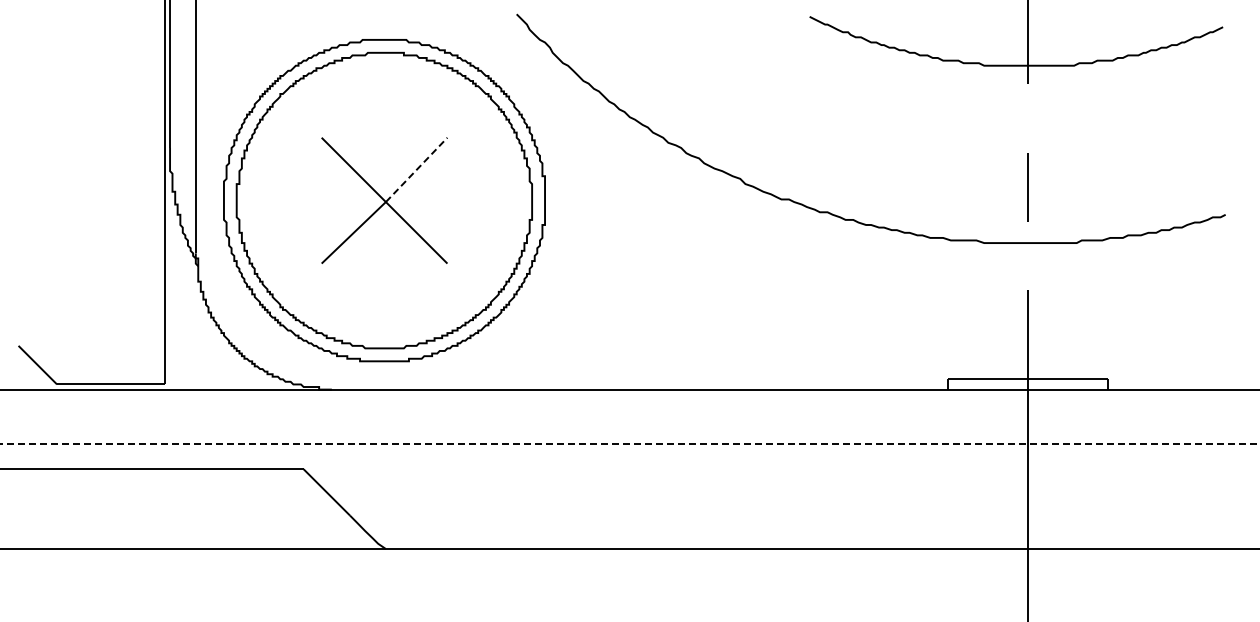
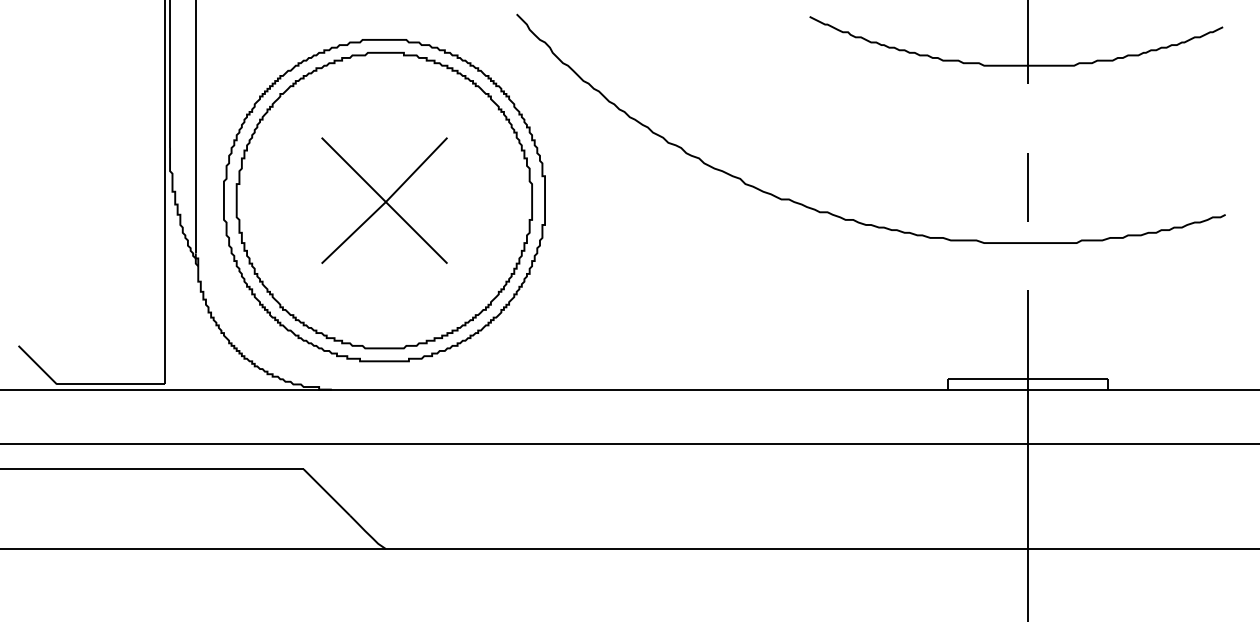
line at (417, 169): dashed -> solid
line at (630, 443): dashed -> solid
